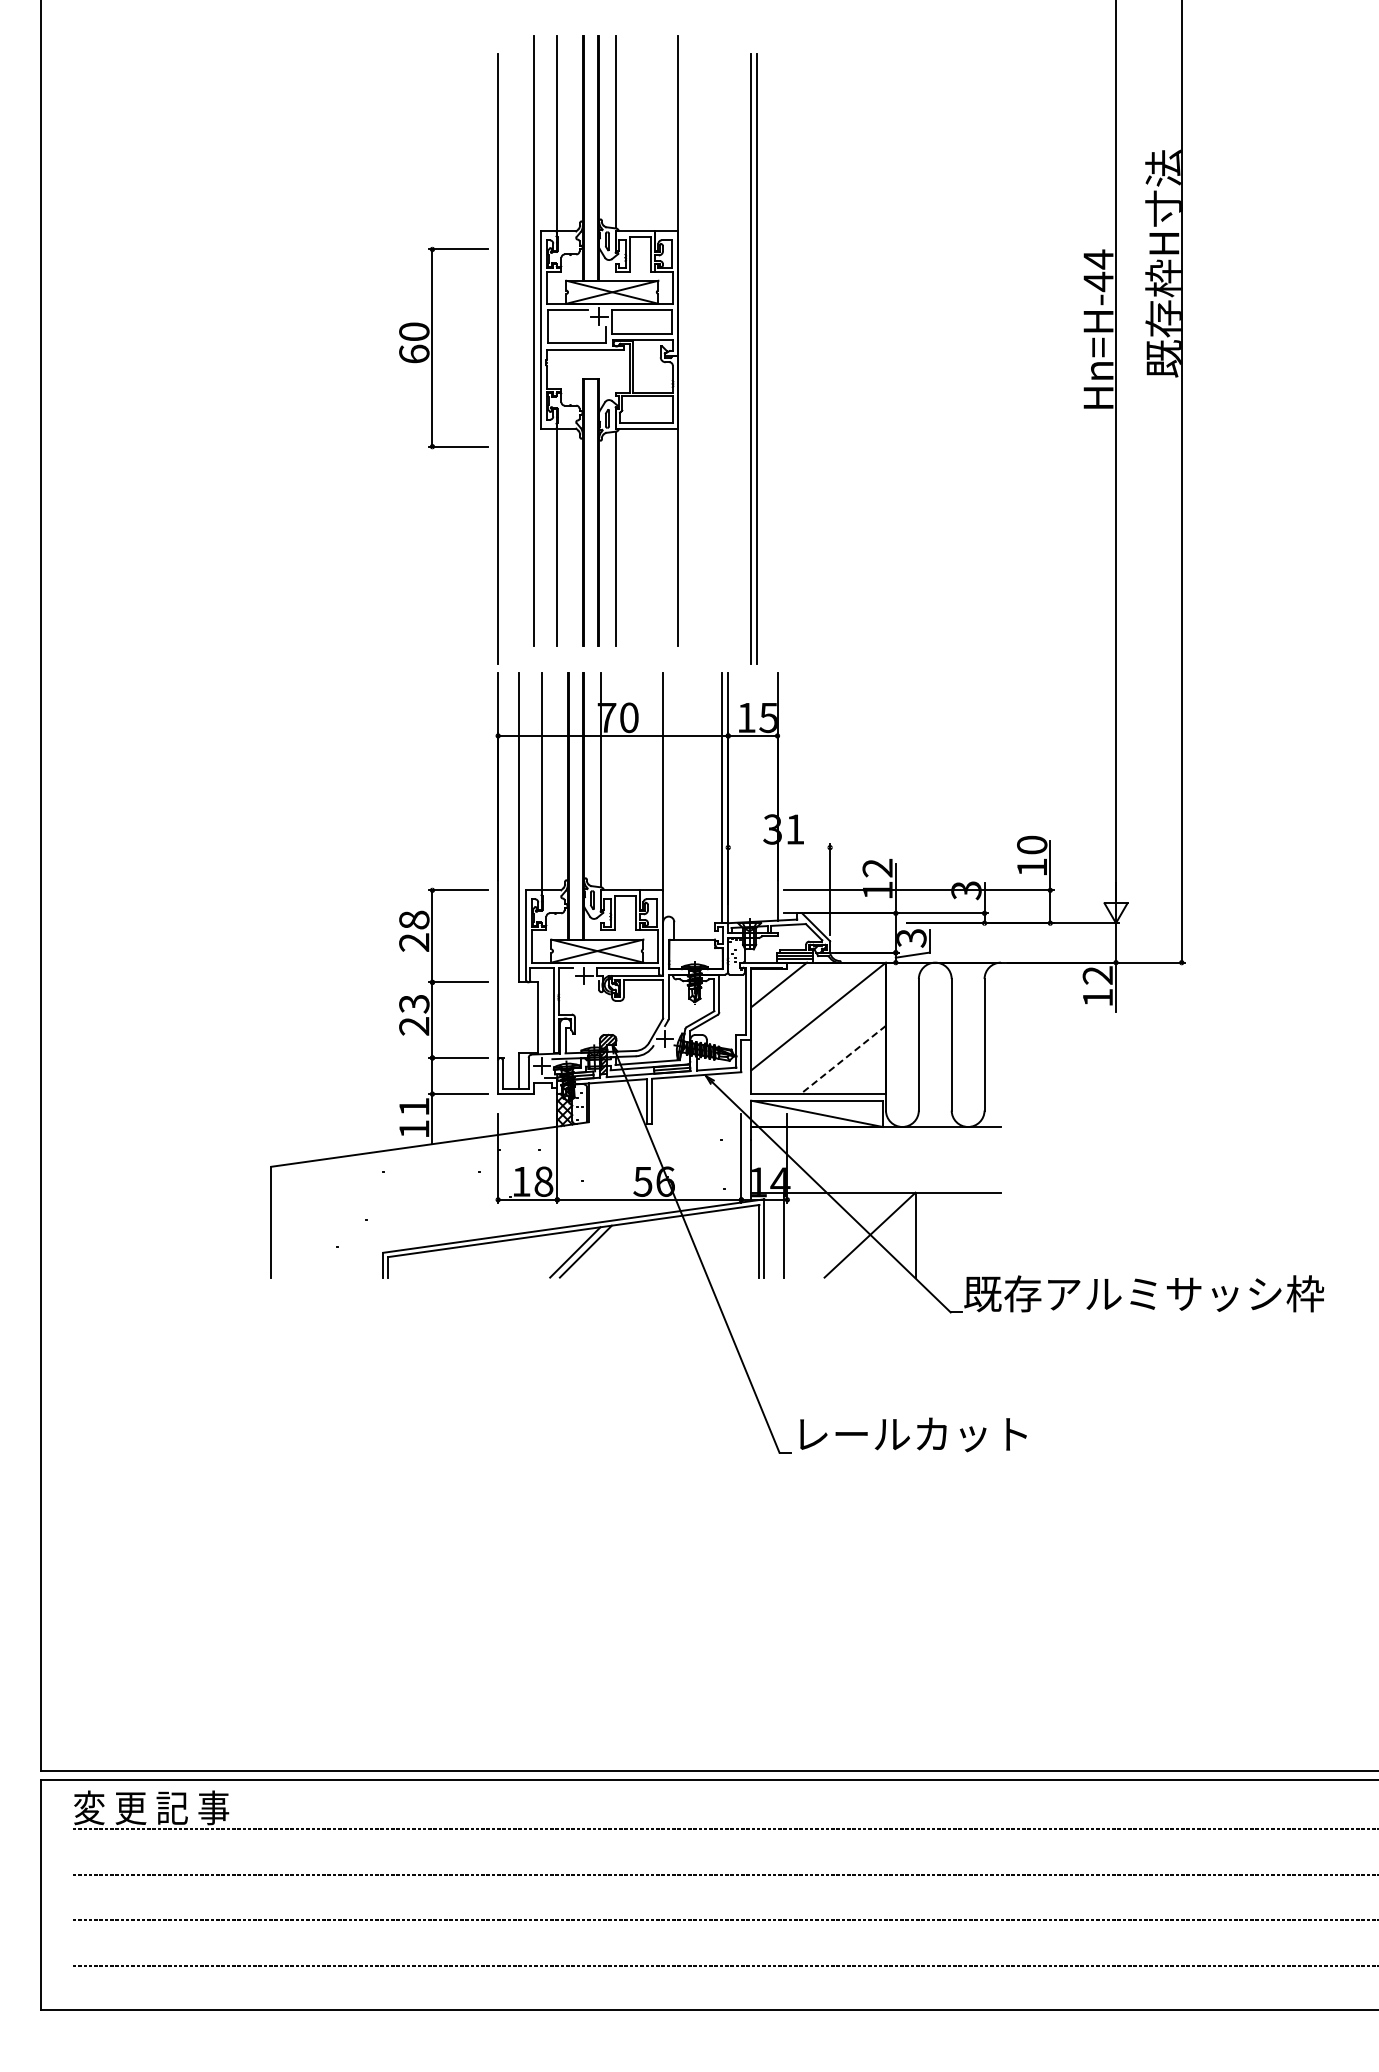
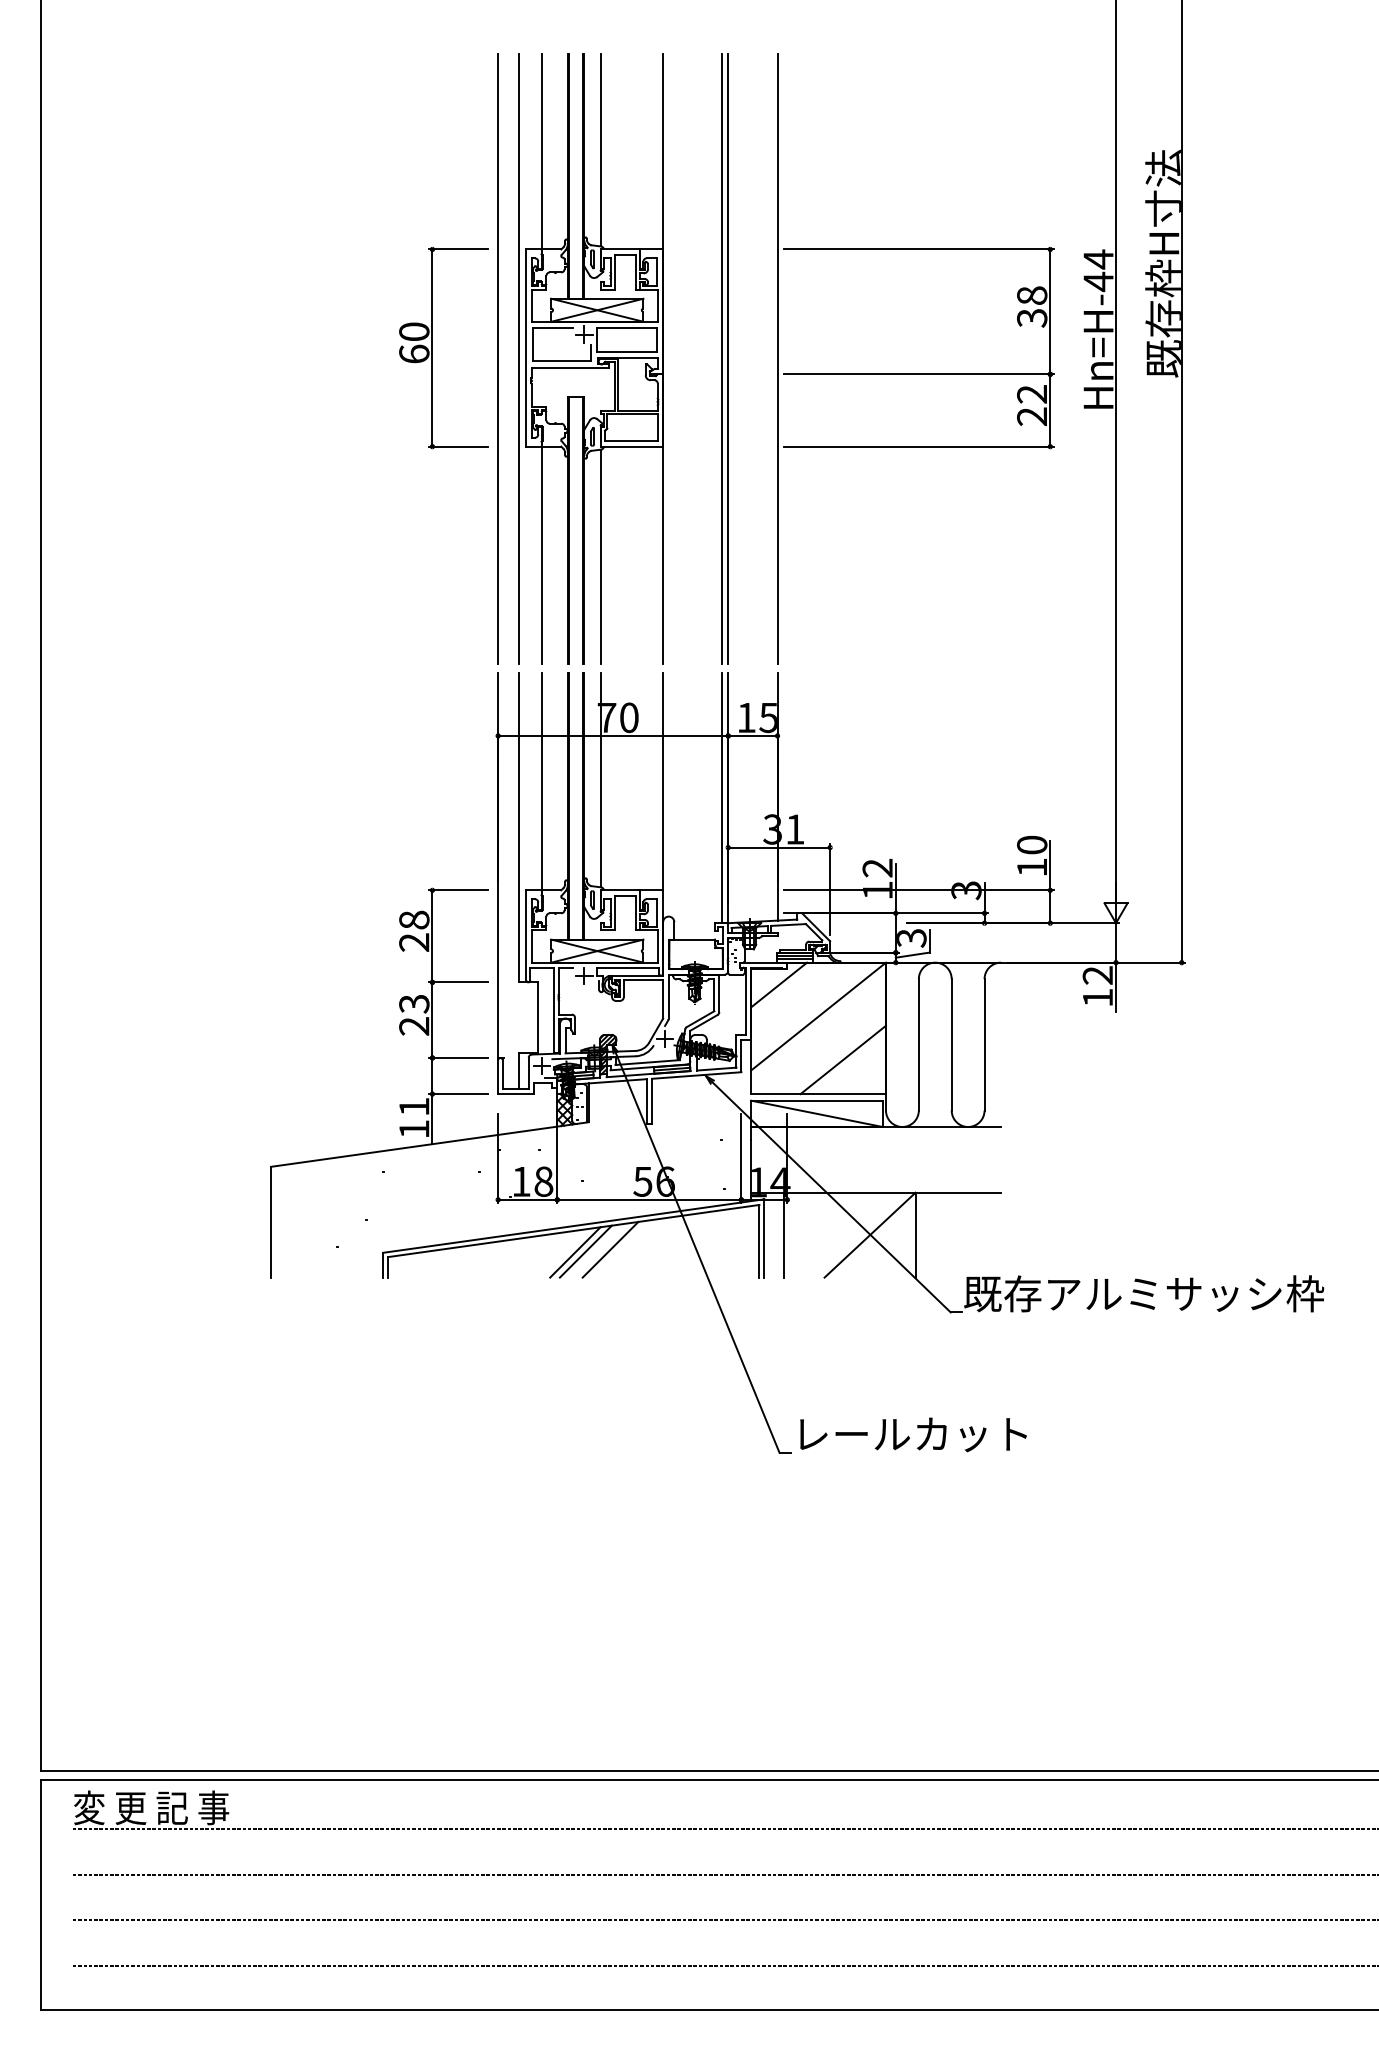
part at (605, 340) position: (605, 340) -> (590, 358)
part at (753, 358) position: (753, 358) -> (724, 358)
part at (915, 373): none -> present
line at (779, 847): none -> present
line at (843, 1059): dashed -> solid
line at (610, 1249): none -> present
